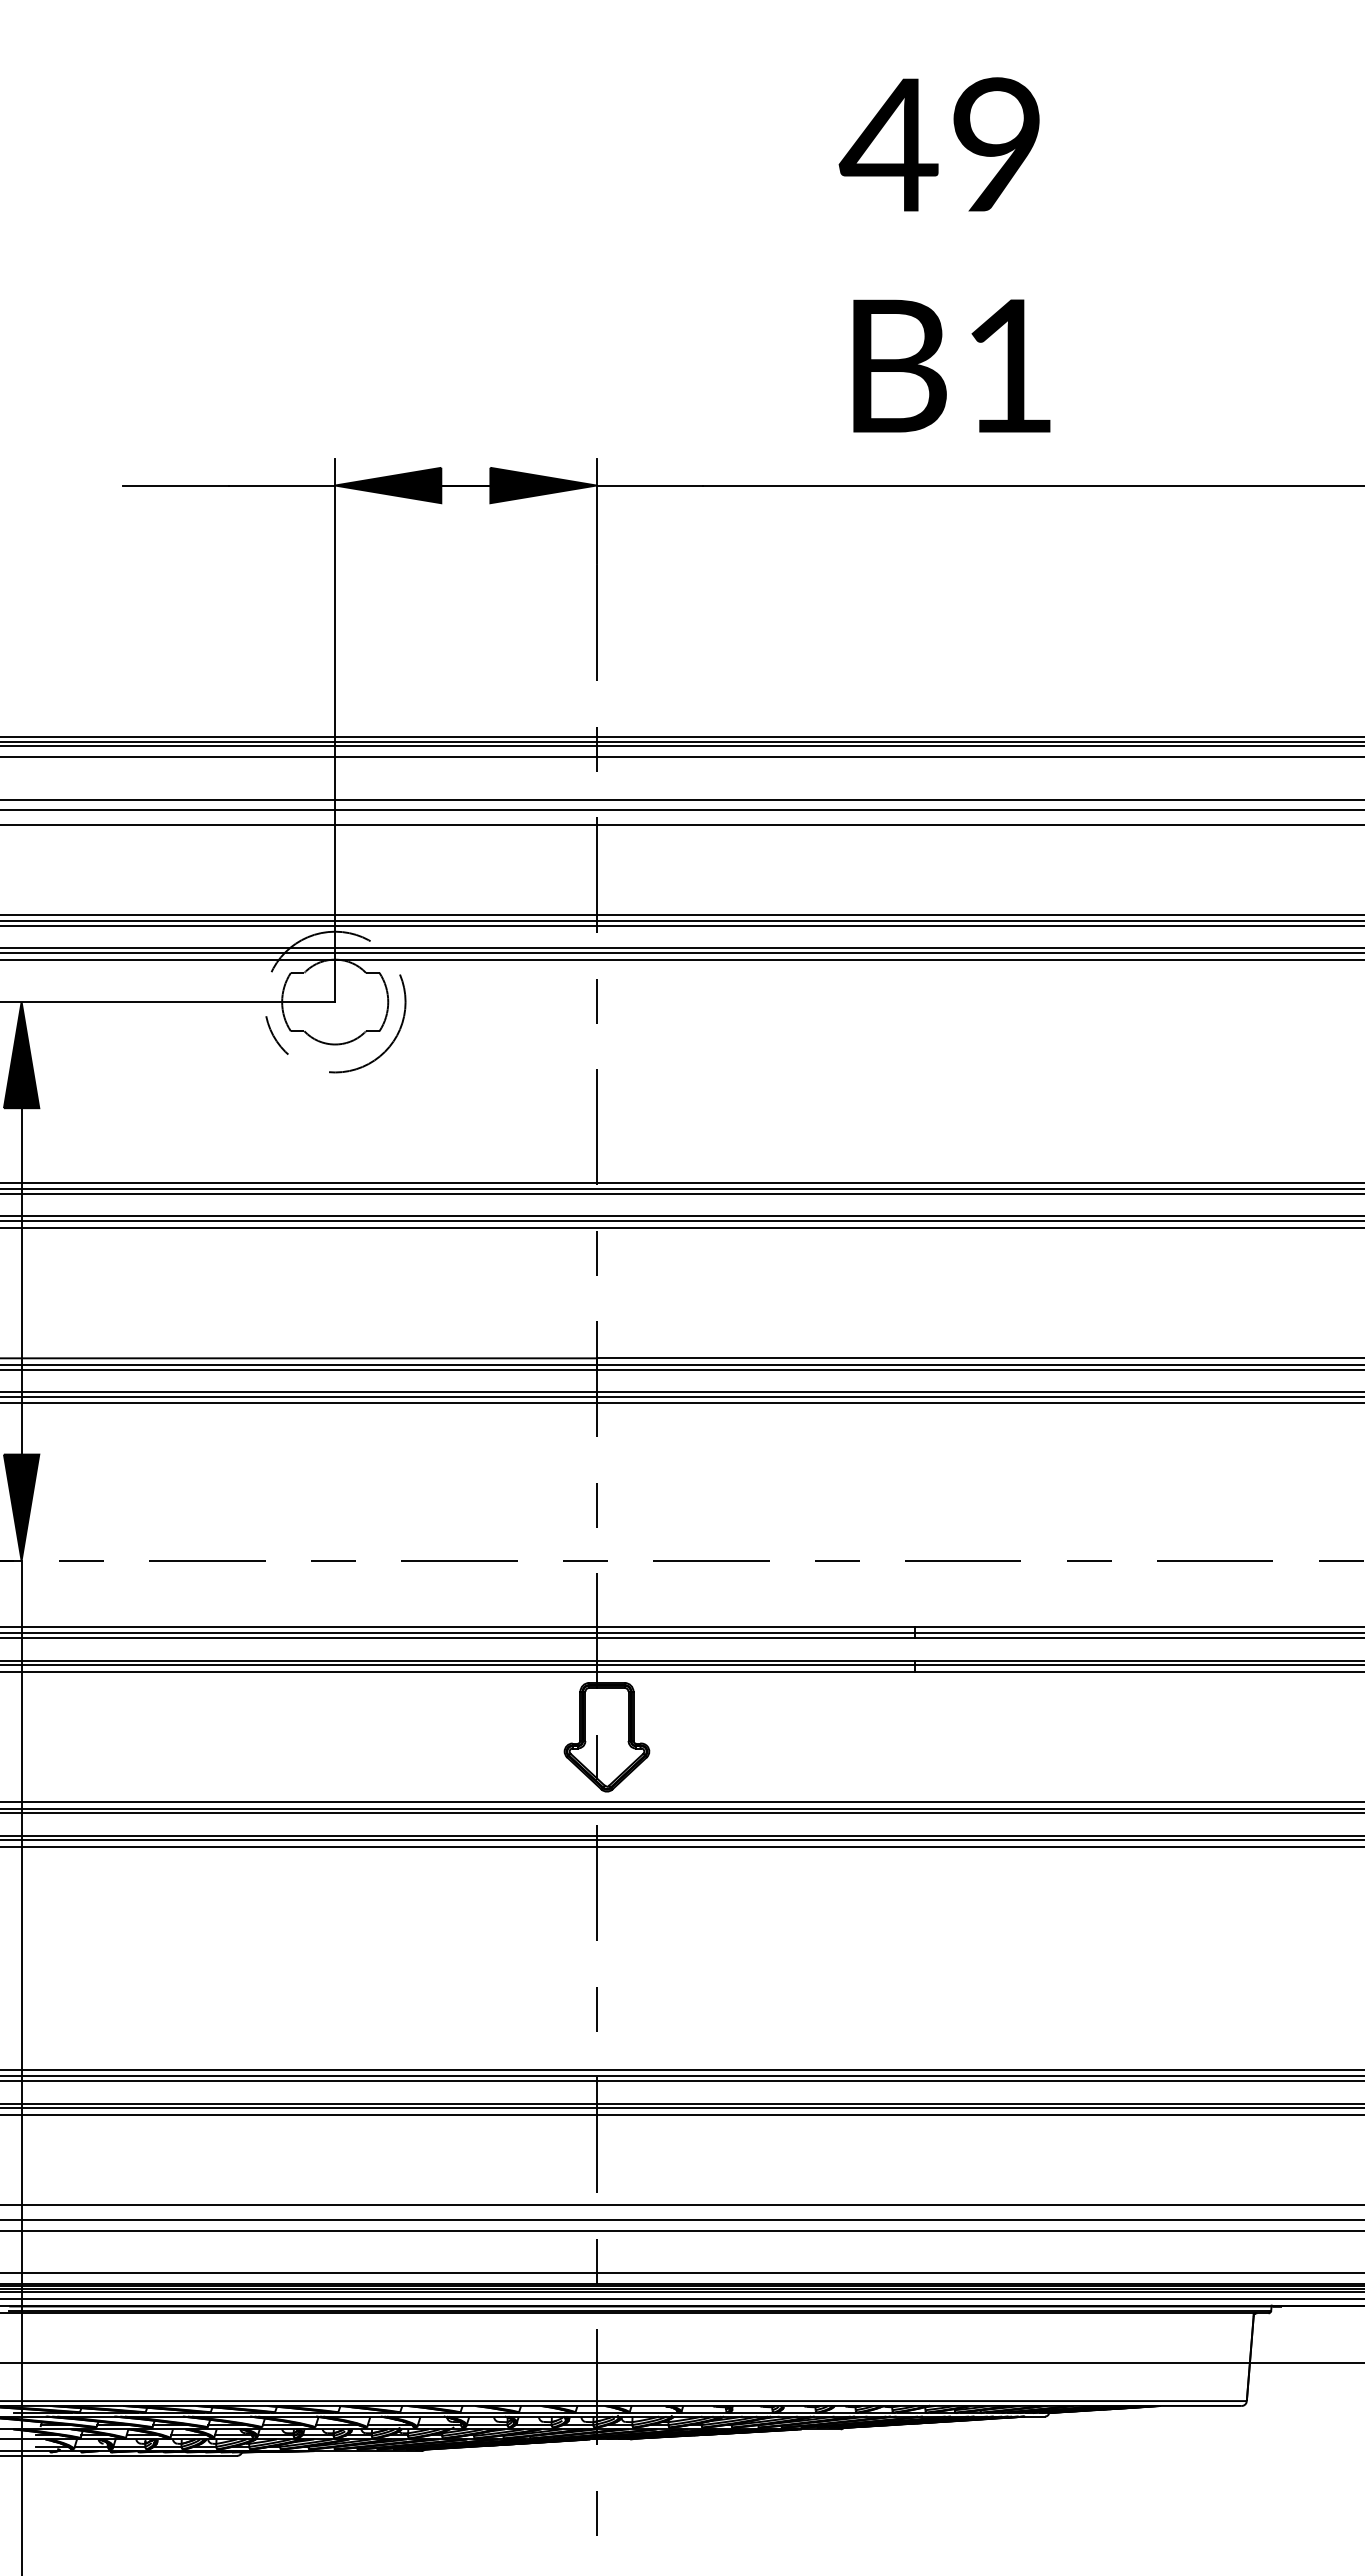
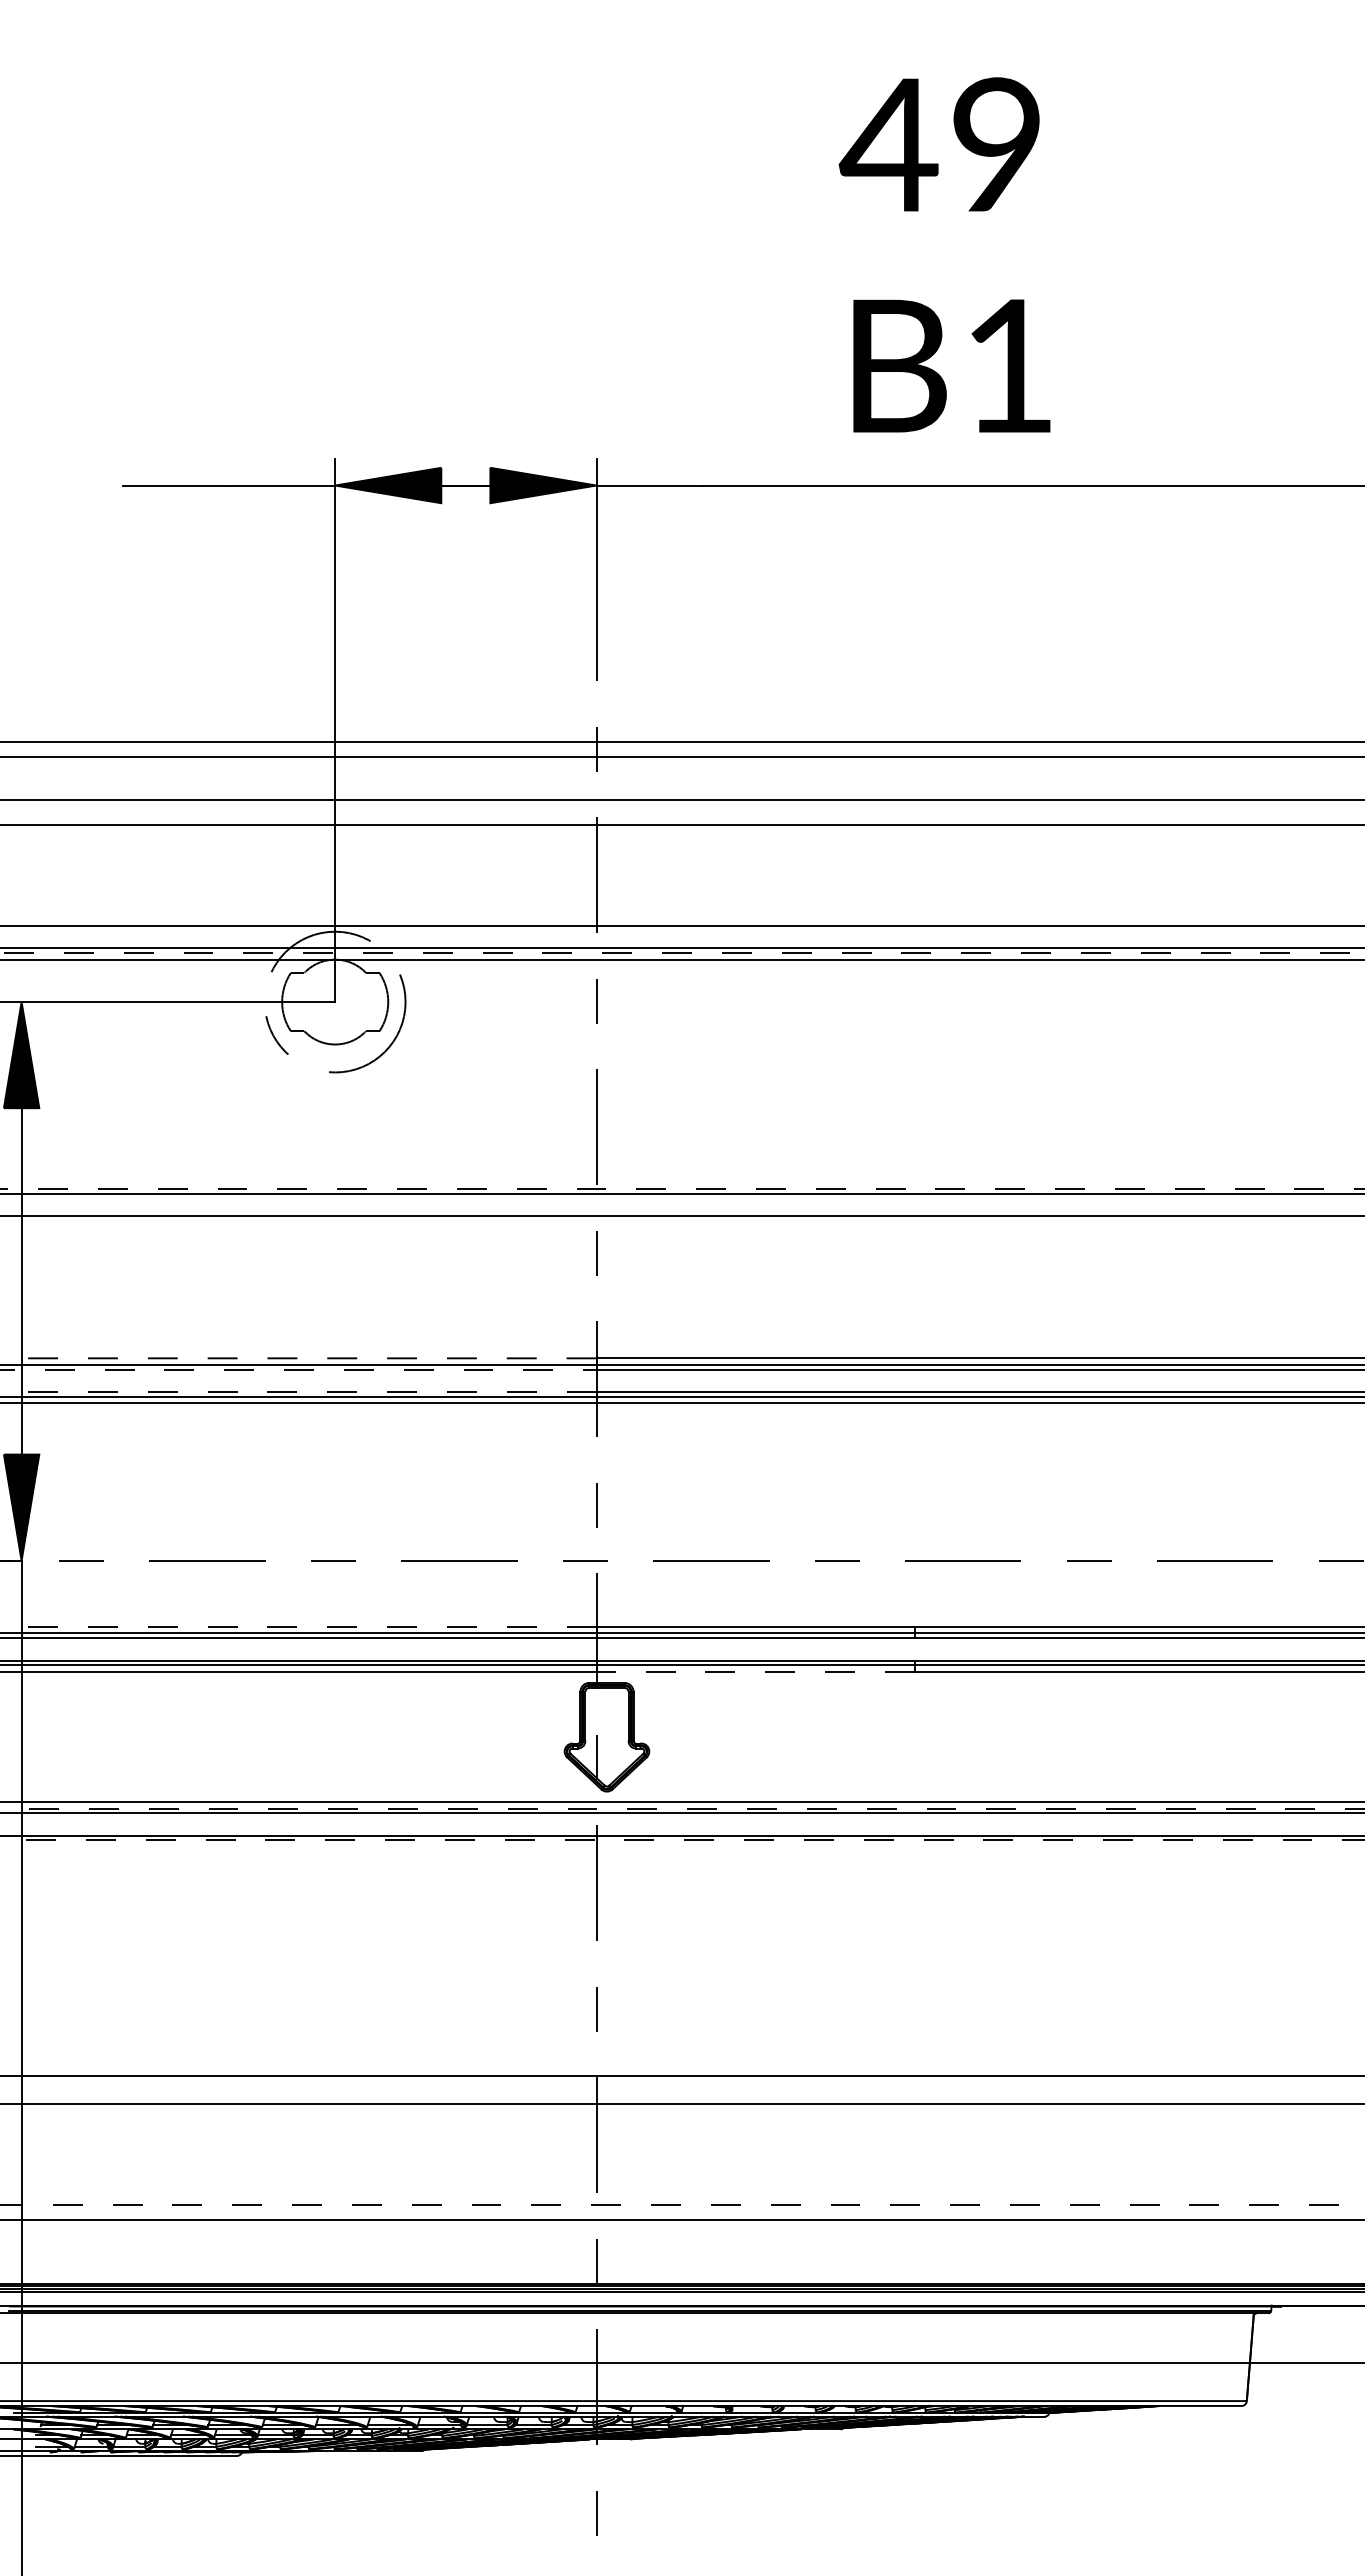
line at (681, 737): present -> none
line at (681, 746): present -> none
line at (681, 810): present -> none
line at (681, 914): present -> none
line at (681, 921): present -> none
line at (682, 953): solid -> dashed
line at (681, 1182): present -> none
line at (682, 1189): solid -> dashed
line at (681, 1221): present -> none
line at (681, 1227): present -> none
line at (298, 1358): solid -> dashed
line at (298, 1369): solid -> dashed
line at (298, 1392): solid -> dashed
line at (298, 1626): solid -> dashed
line at (755, 1671): solid -> dashed
line at (682, 1808): solid -> dashed
line at (682, 1840): solid -> dashed
line at (681, 1846): present -> none
line at (681, 2069): present -> none
line at (681, 2081): present -> none
line at (681, 2108): present -> none
line at (681, 2114): present -> none
line at (682, 2205): solid -> dashed
line at (681, 2230): present -> none
line at (681, 2273): present -> none
line at (681, 2298): present -> none
